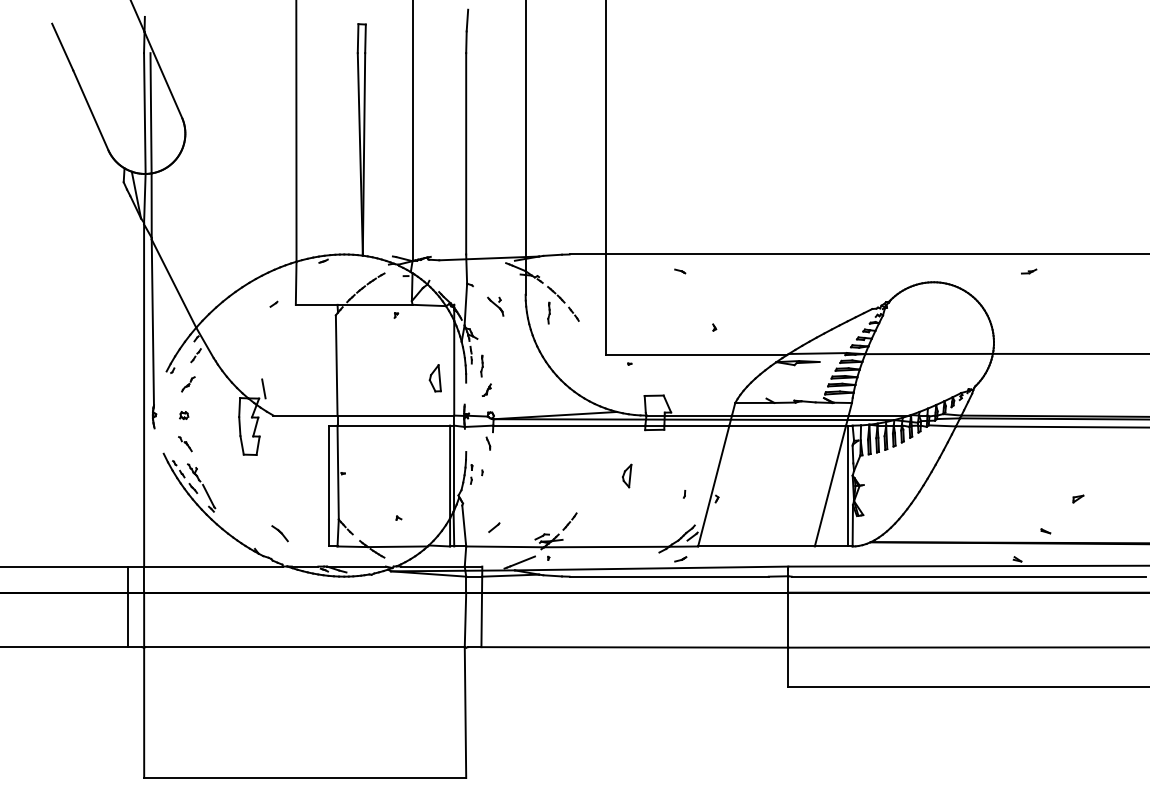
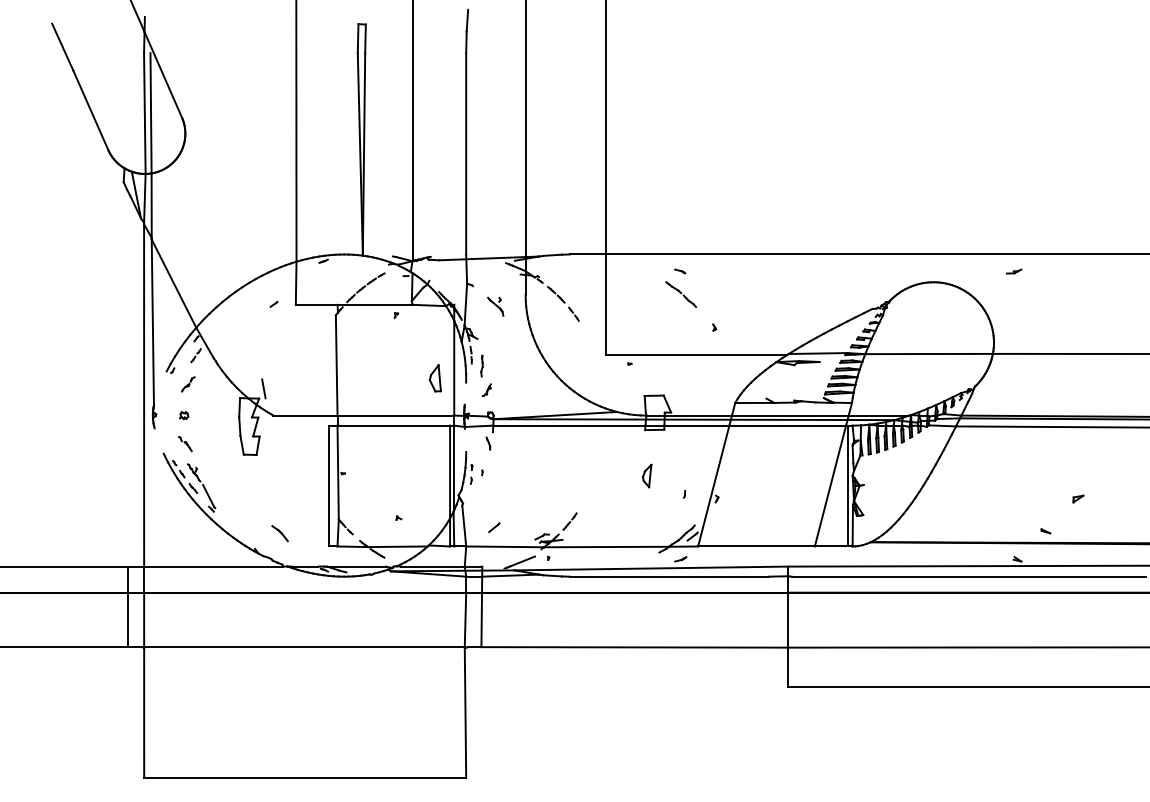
part at (1029, 271) position: (1029, 271) -> (1014, 271)
part at (681, 294): none -> present
line at (548, 312): present -> none
part at (627, 475) position: (627, 475) -> (647, 475)
